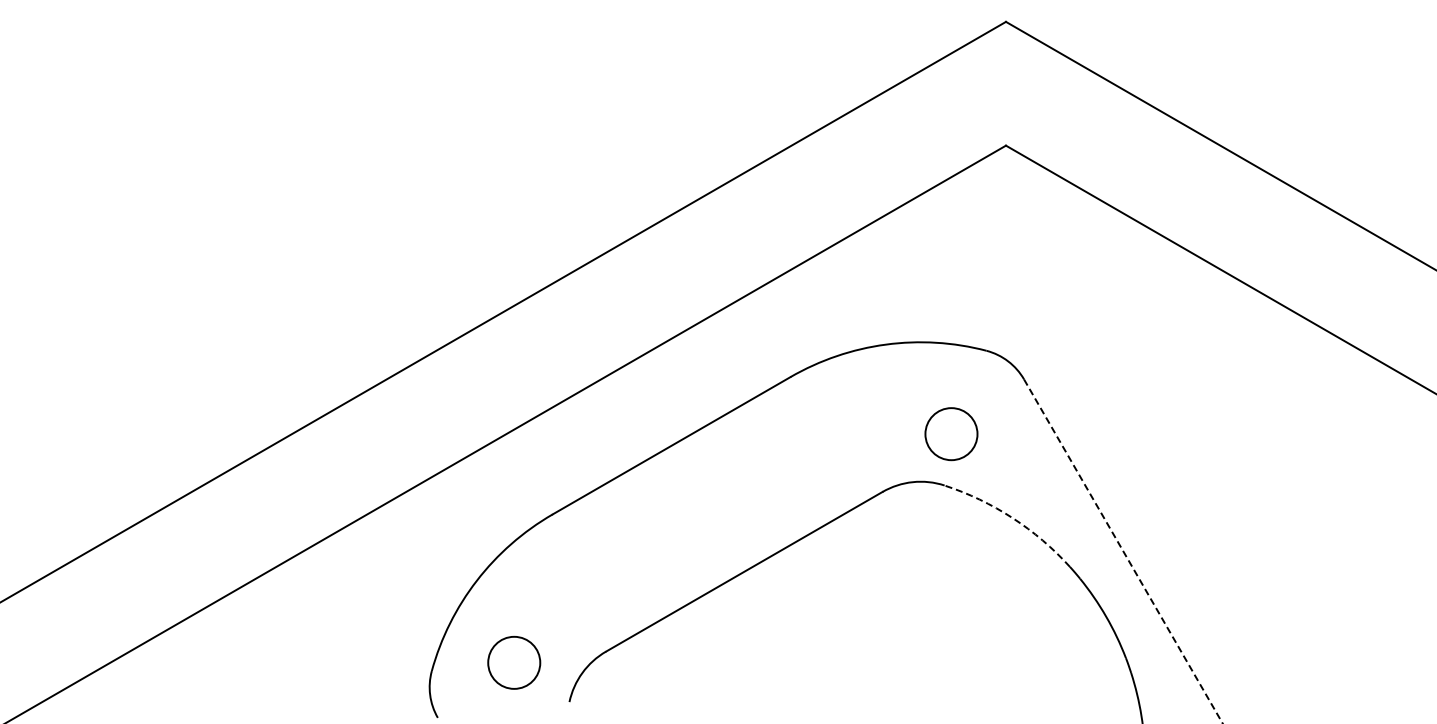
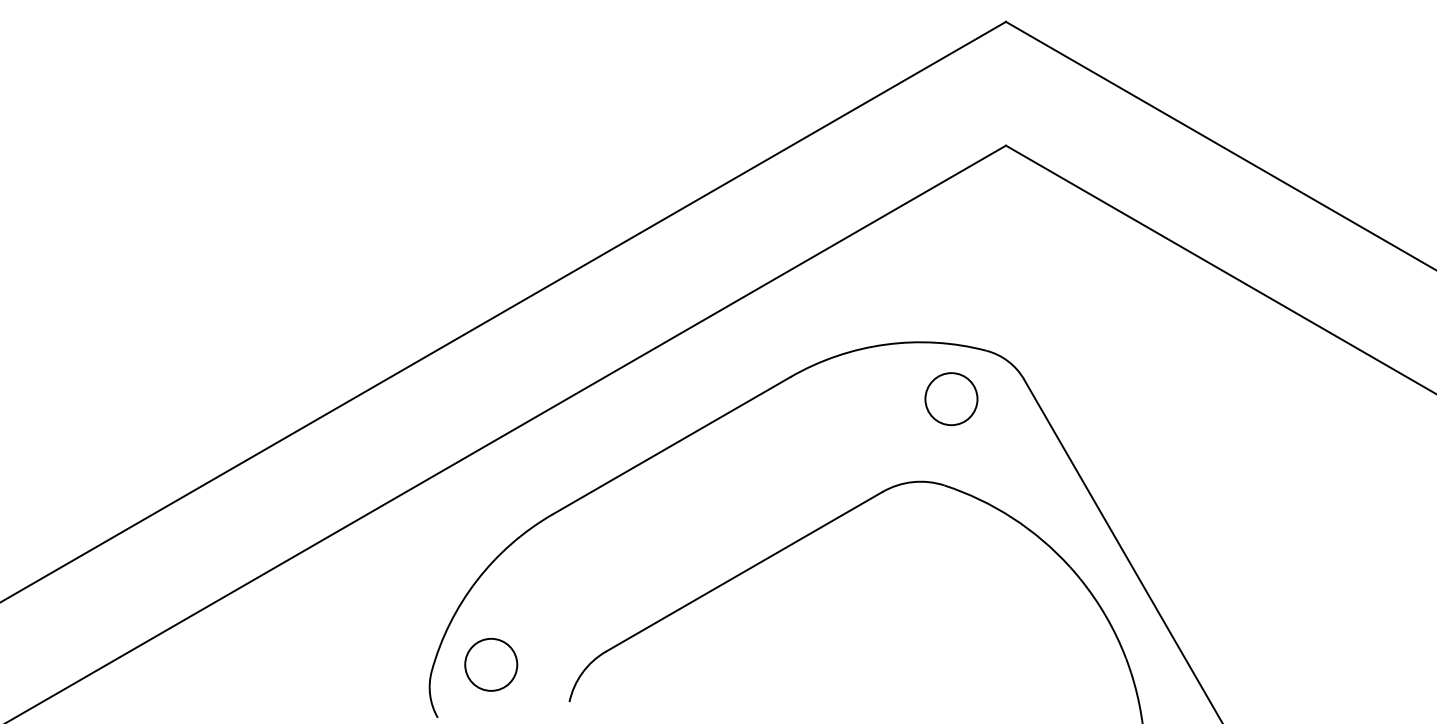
circle at (951, 434) position: (951, 434) -> (951, 399)
arc at (1012, 518): dashed -> solid
line at (1123, 551): dashed -> solid
circle at (514, 662) position: (514, 662) -> (491, 664)
